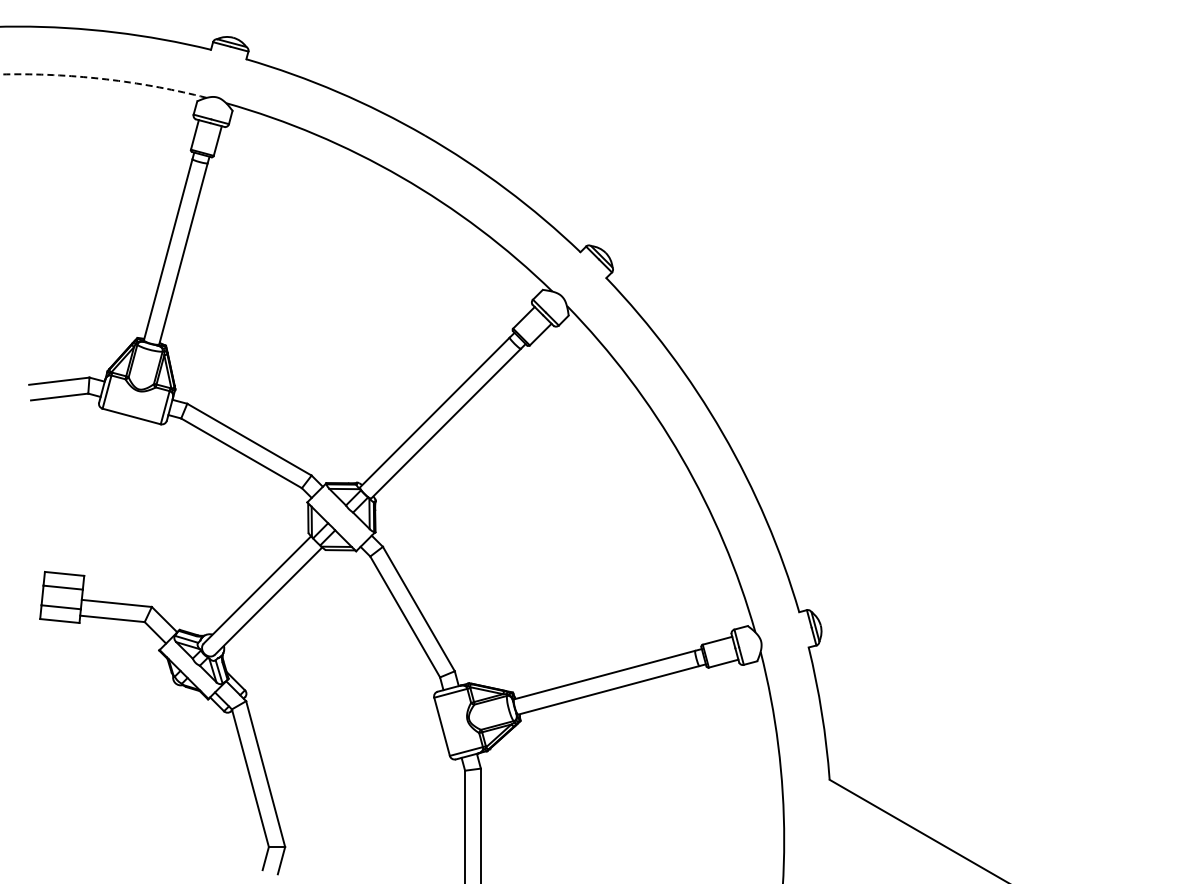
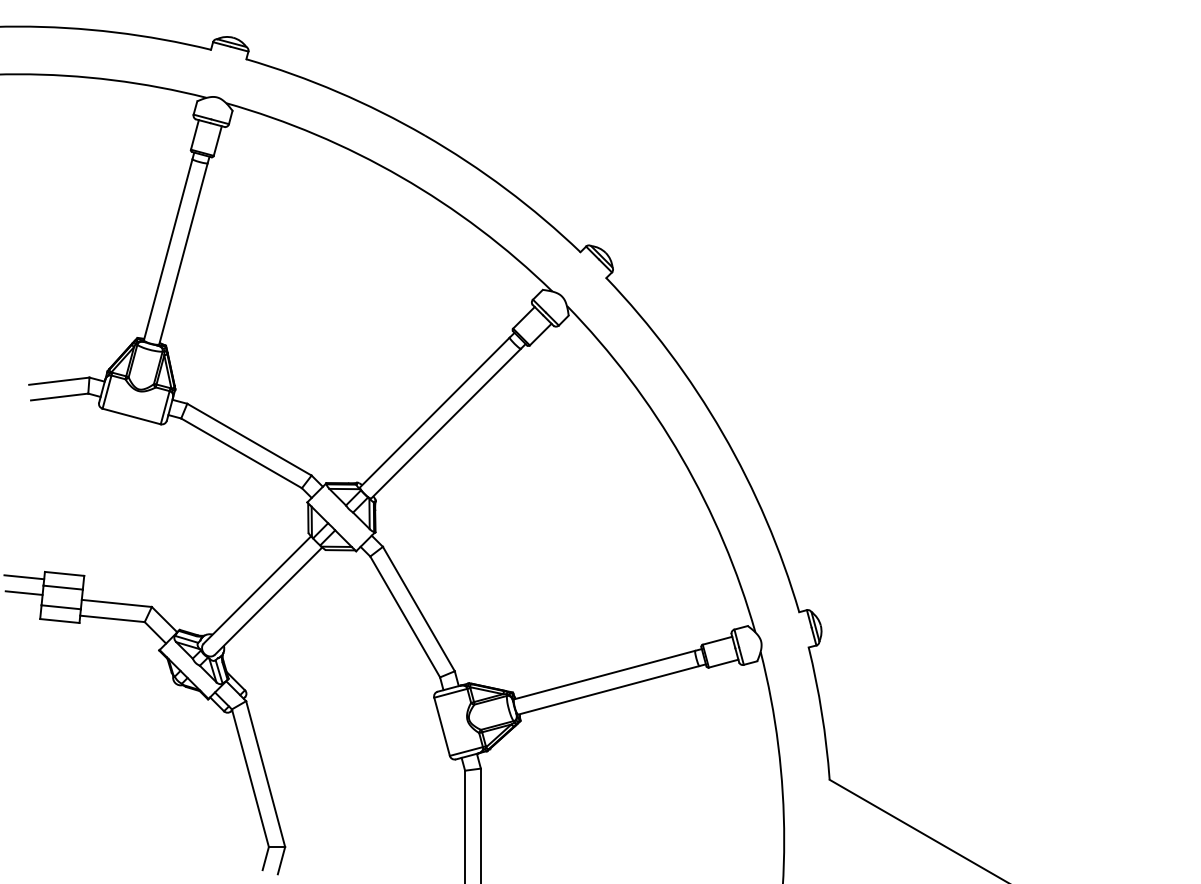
arc at (103, 79): dashed -> solid
line at (24, 577): none -> present
line at (23, 592): none -> present
